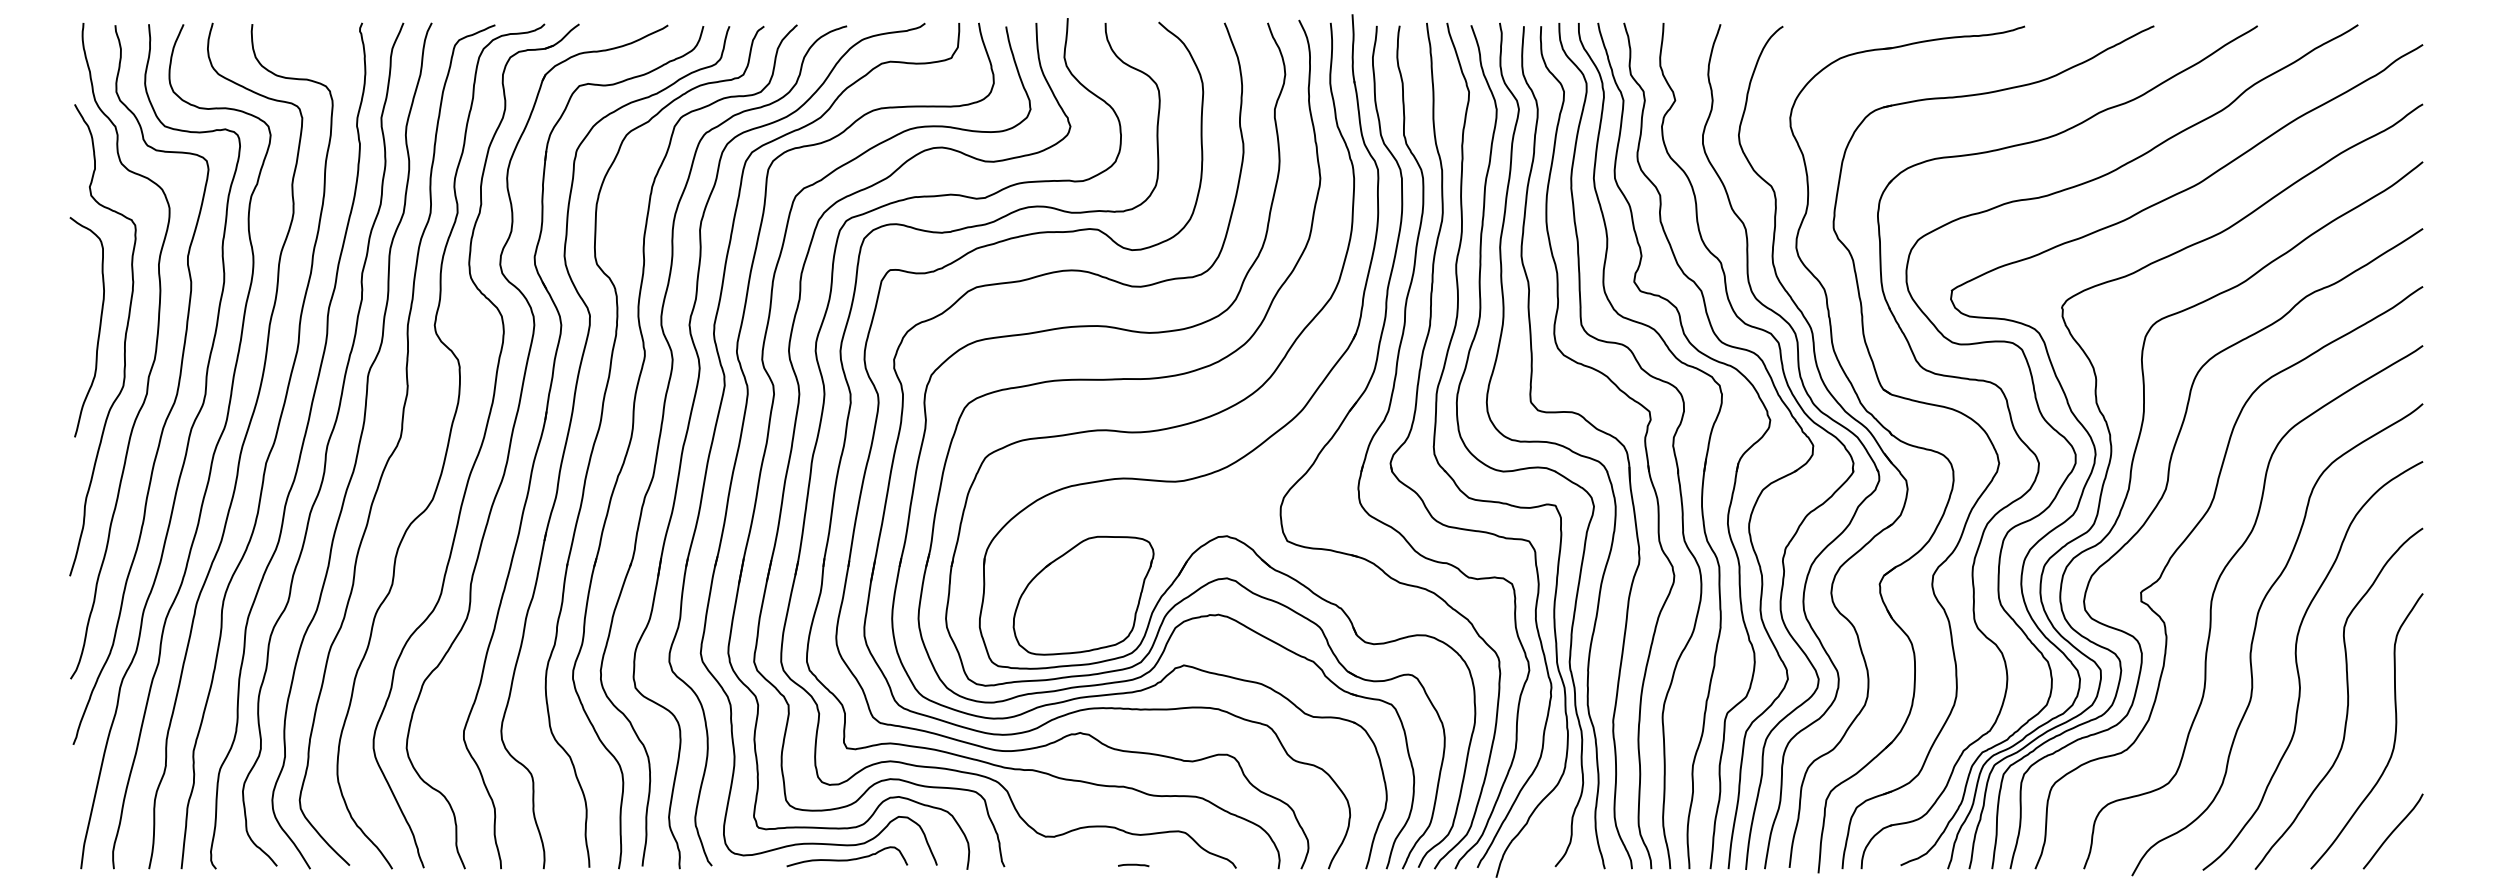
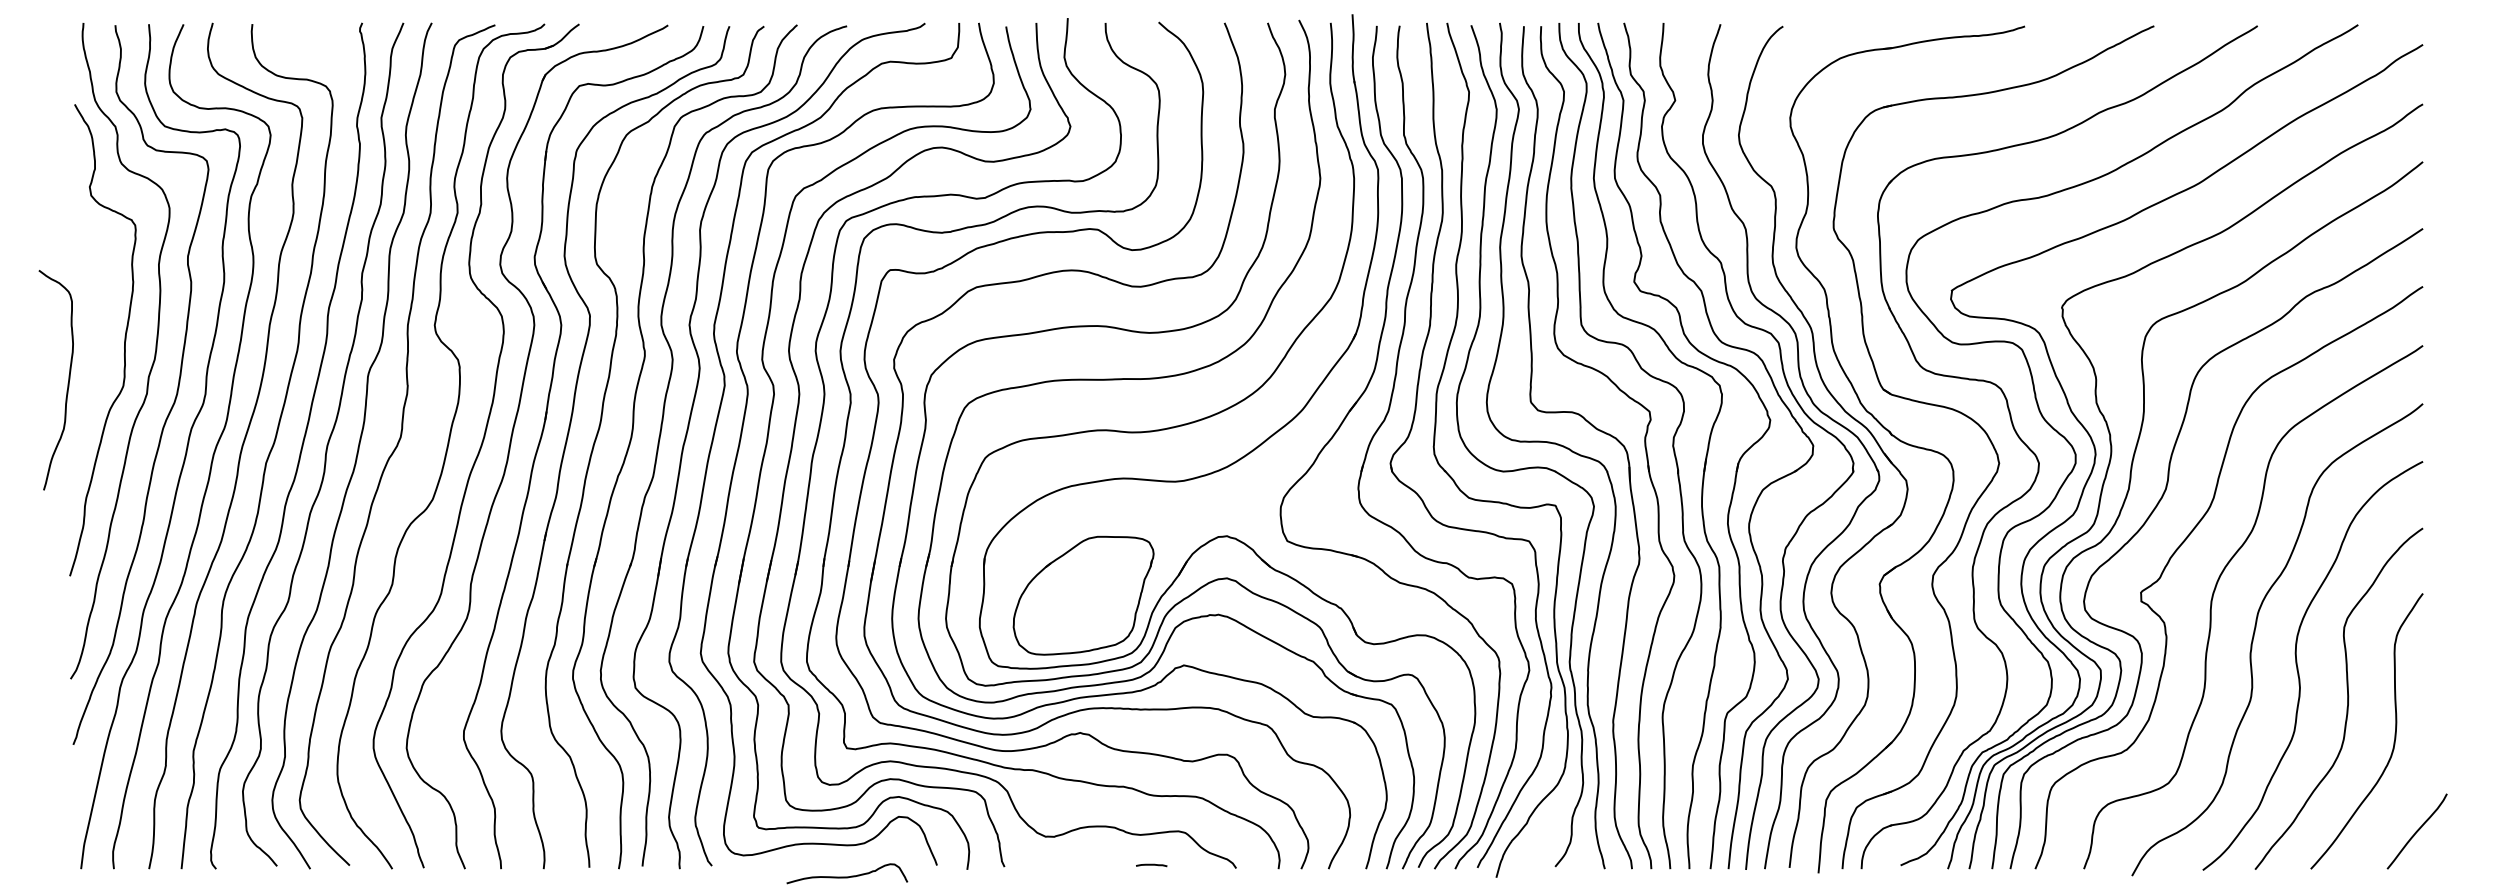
curve at (98, 330) position: (98, 330) -> (67, 383)
curve at (2392, 831) position: (2392, 831) -> (2416, 831)
curve at (847, 859) position: (847, 859) -> (847, 876)
curve at (1133, 865) position: (1133, 865) -> (1151, 865)
